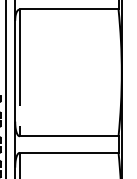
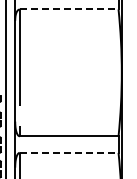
line at (69, 9): solid -> dashed
line at (69, 152): solid -> dashed
